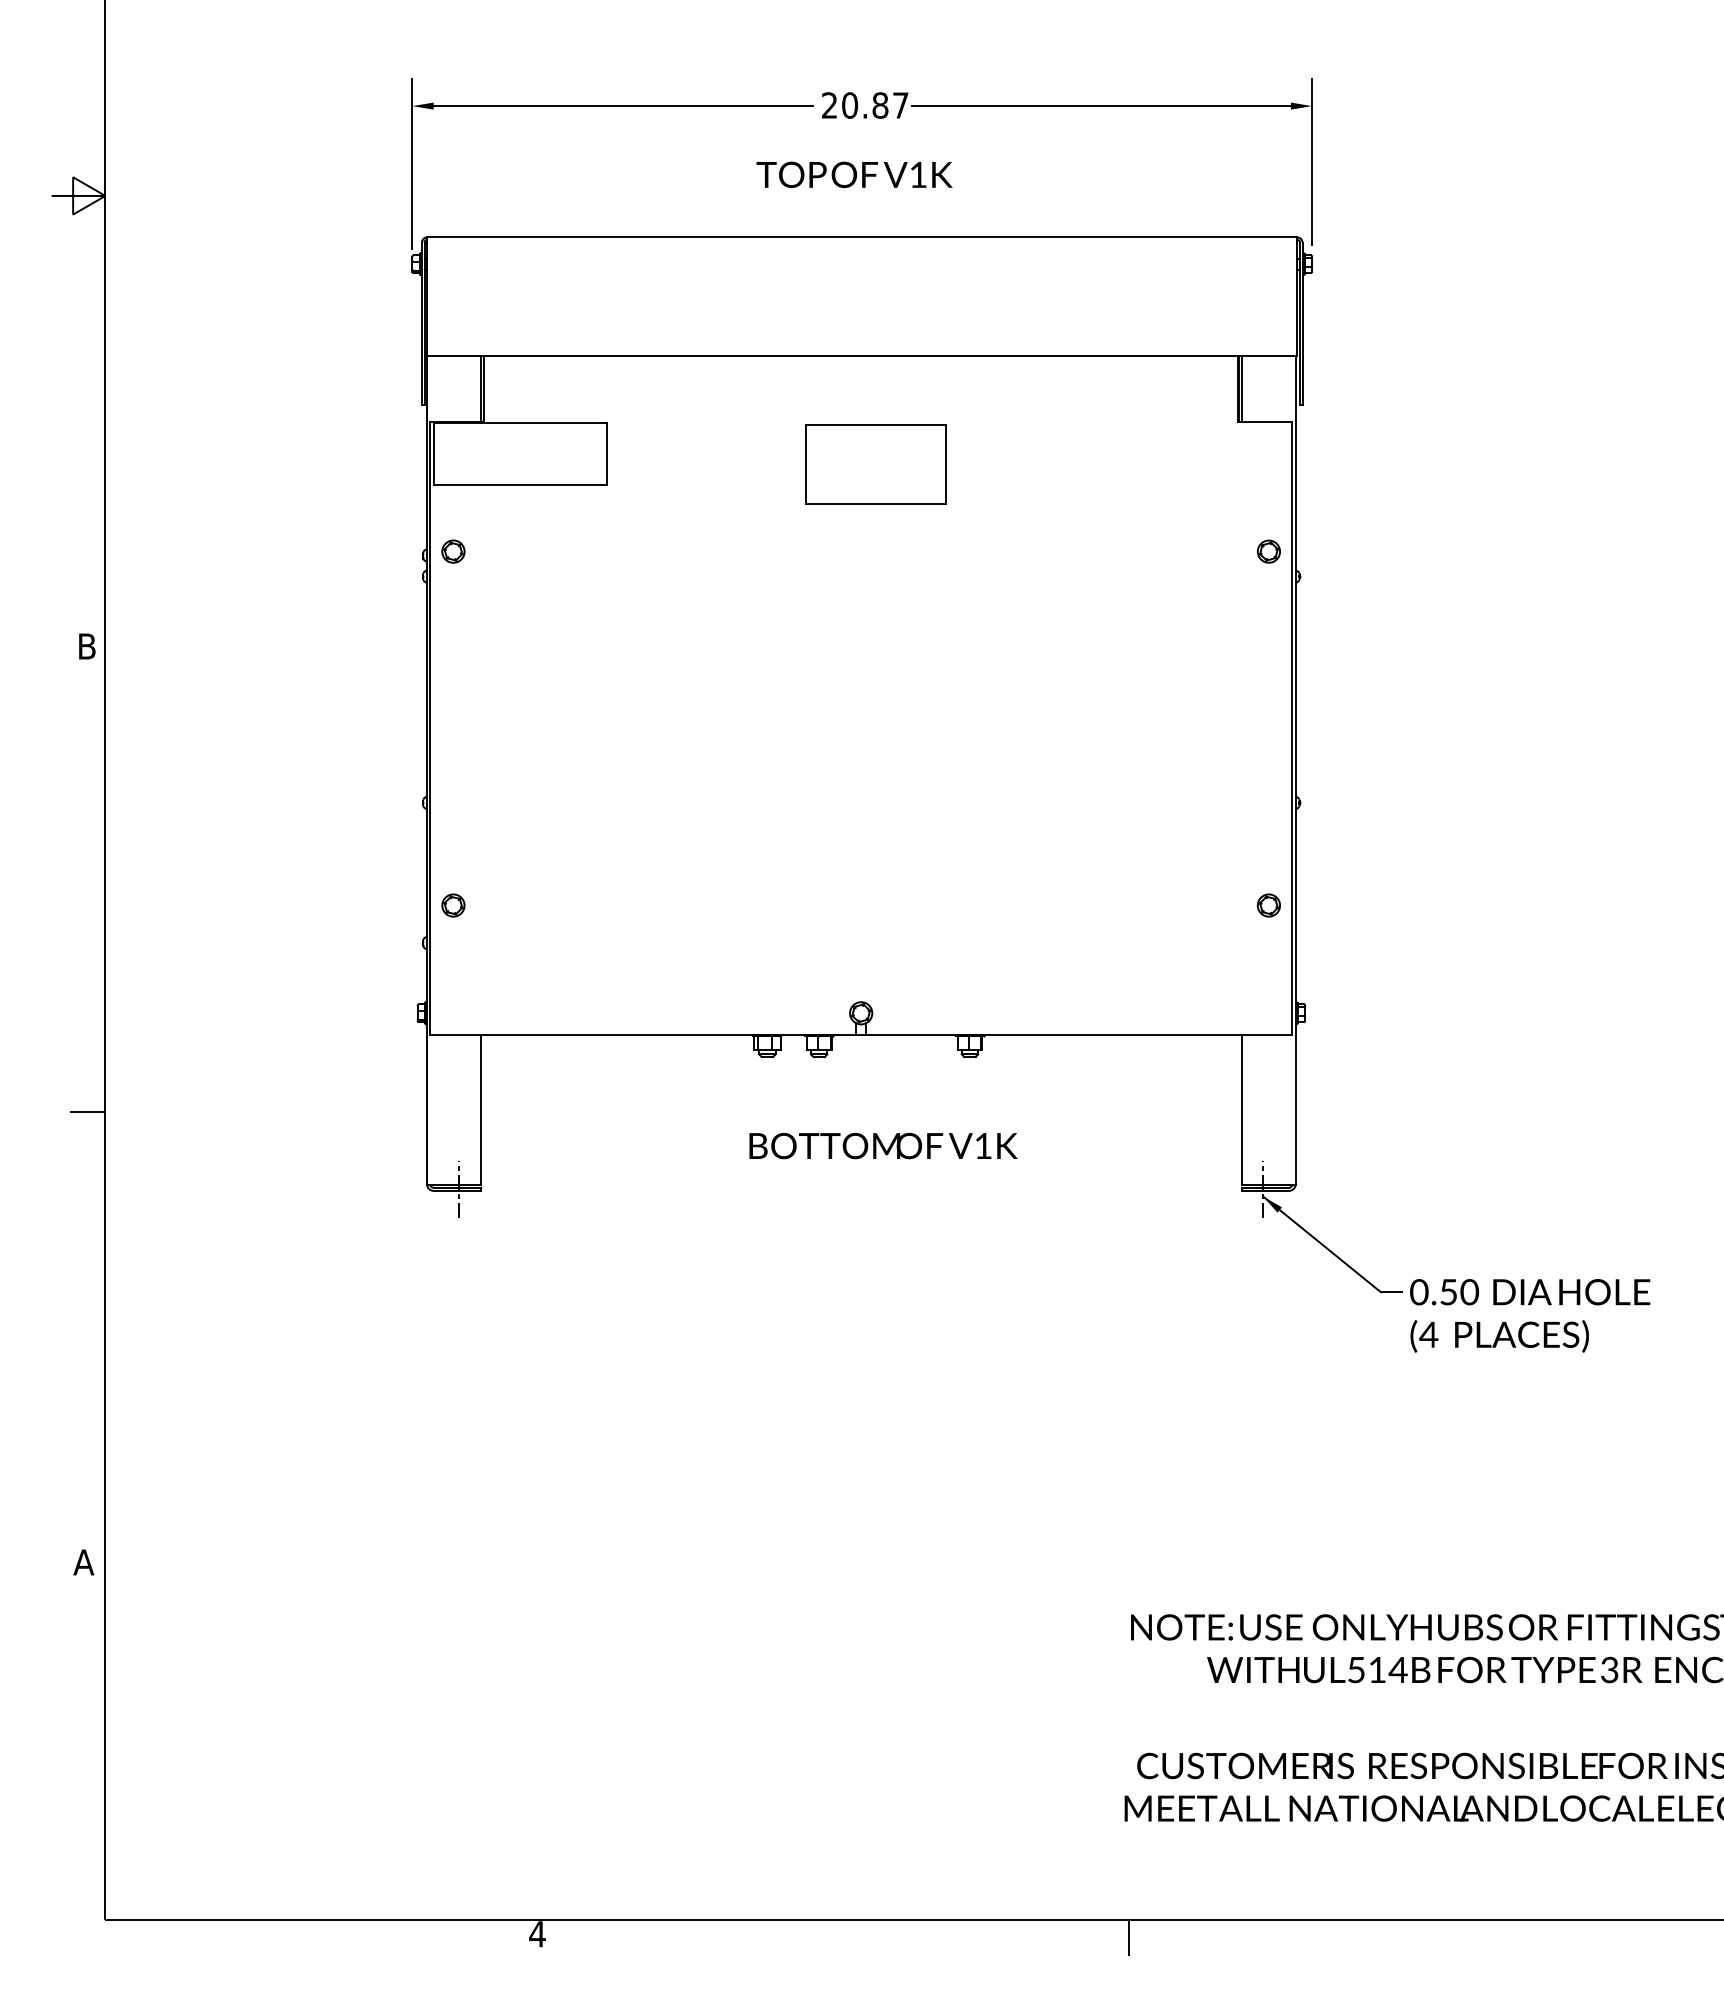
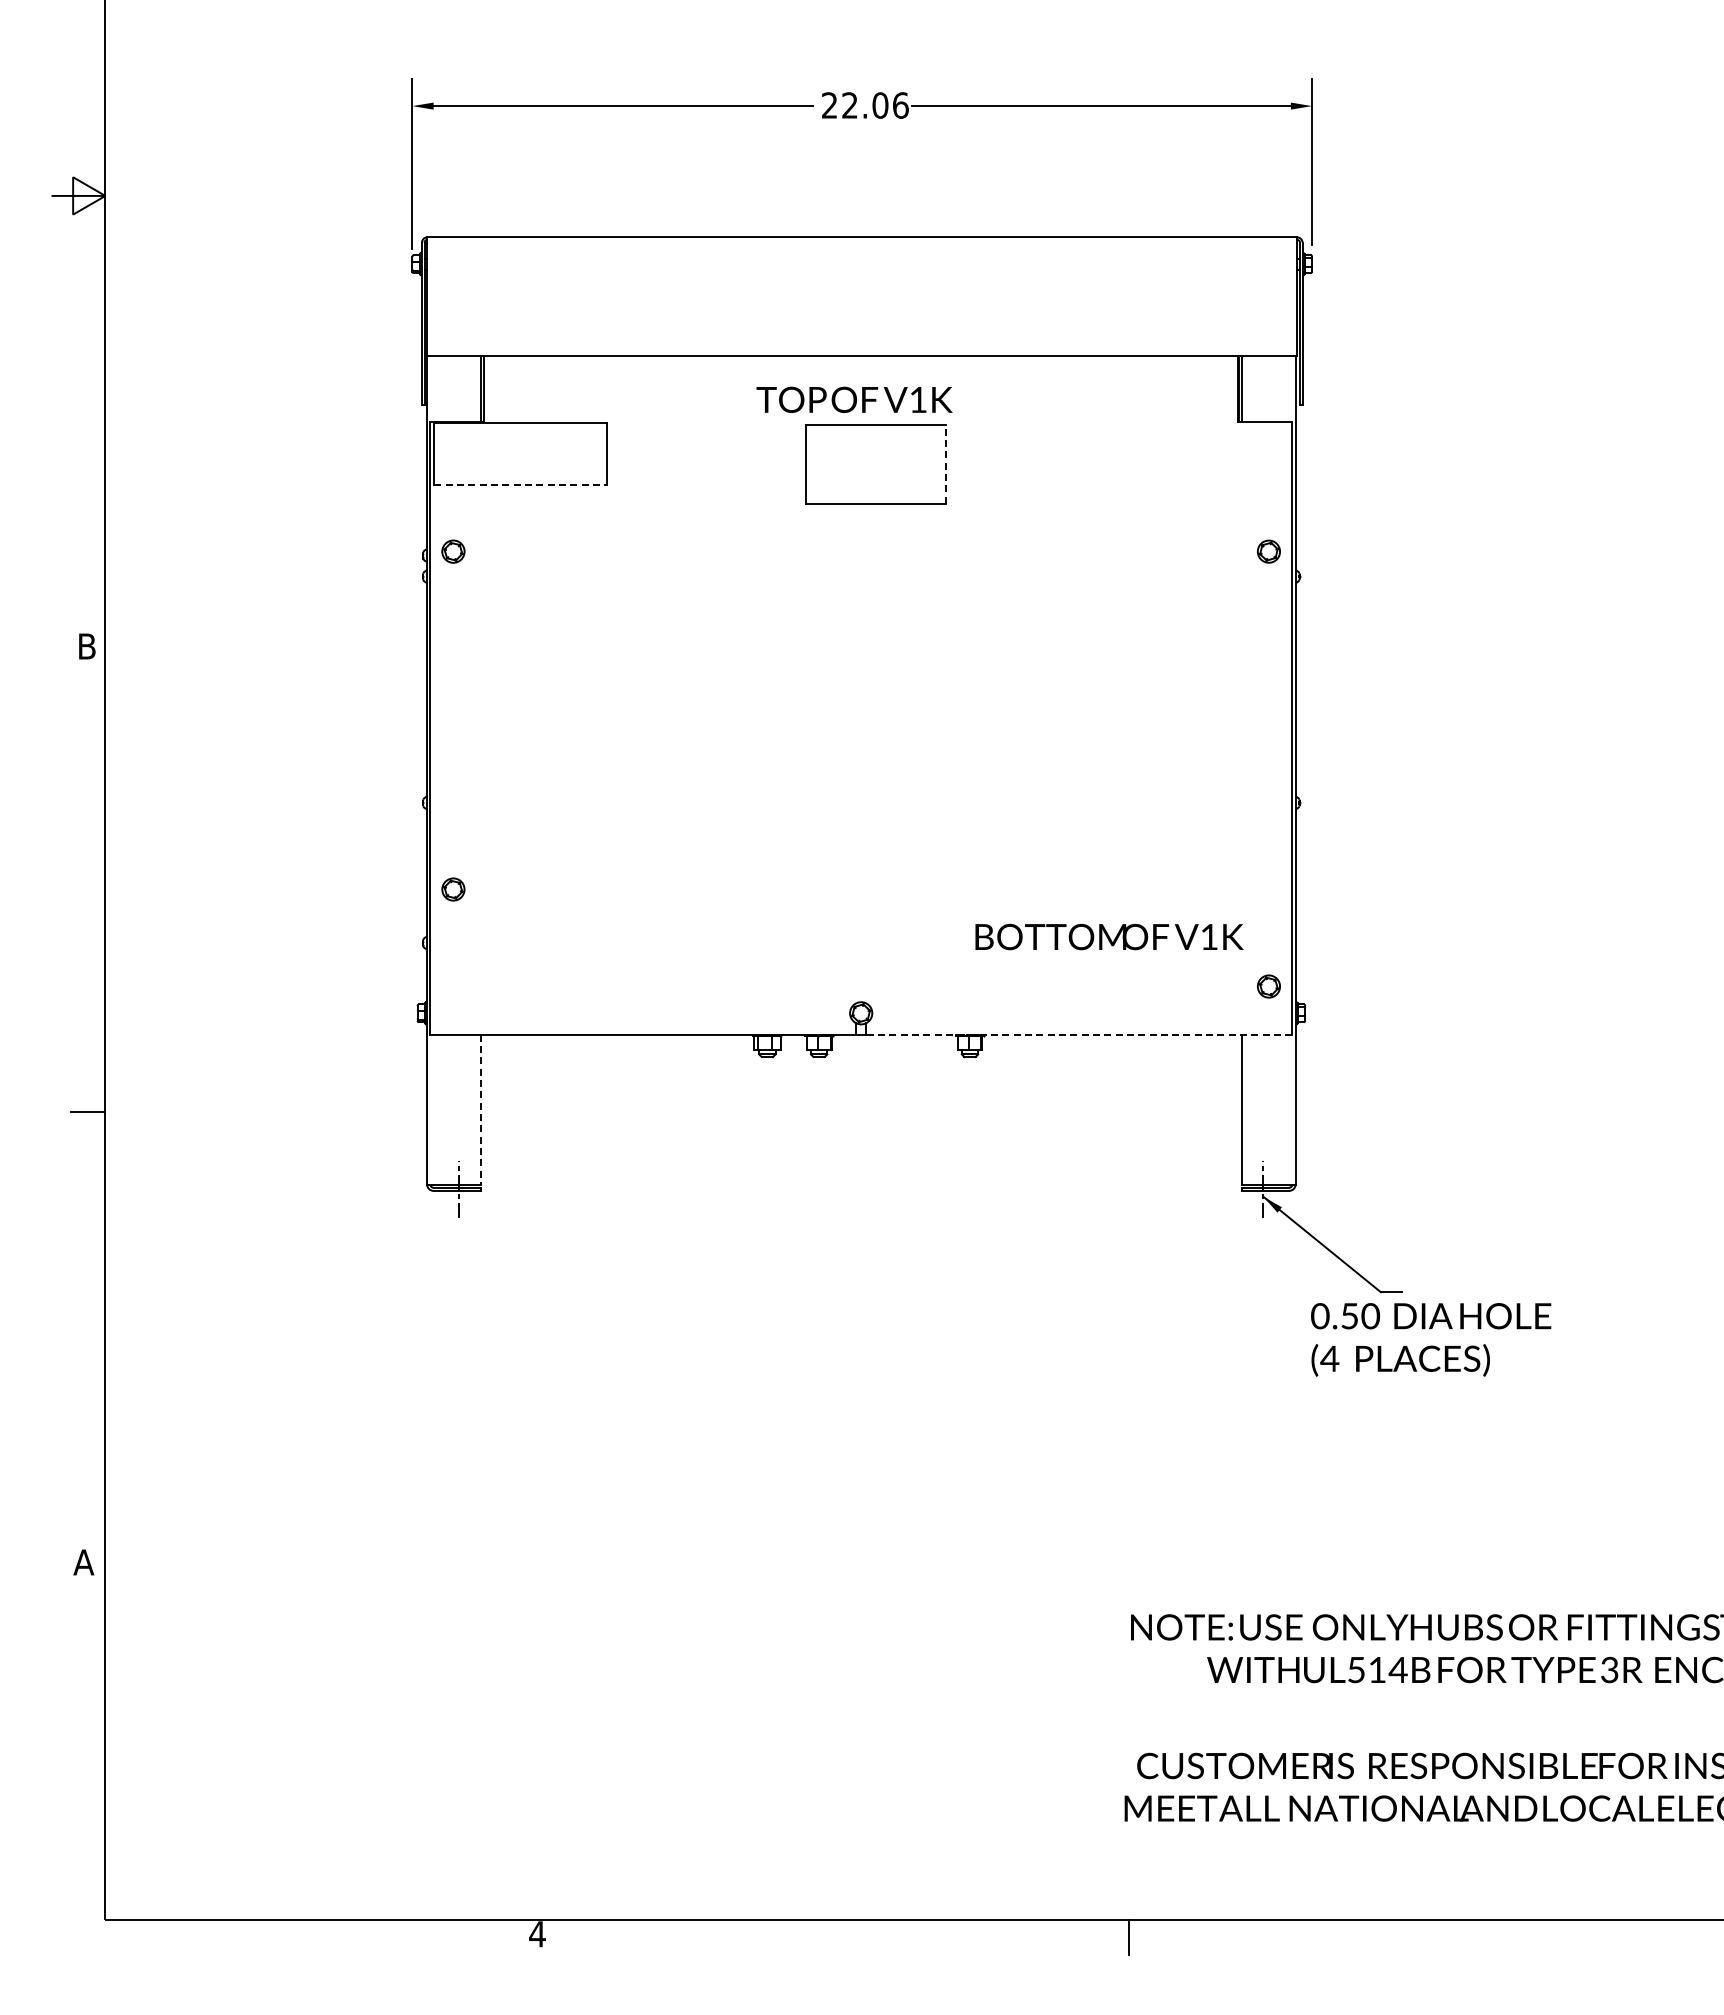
text at (875, 105): 20.87 -> 22.06
text at (854, 174) position: (854, 174) -> (854, 399)
line at (946, 463): solid -> dashed
line at (521, 485): solid -> dashed
part at (453, 905) position: (453, 905) -> (453, 889)
part at (1268, 905) position: (1268, 905) -> (1268, 986)
line at (1079, 1034): solid -> dashed
line at (481, 1109): solid -> dashed
text at (883, 1145) position: (883, 1145) -> (1109, 936)
text at (1530, 1315) position: (1530, 1315) -> (1431, 1339)
